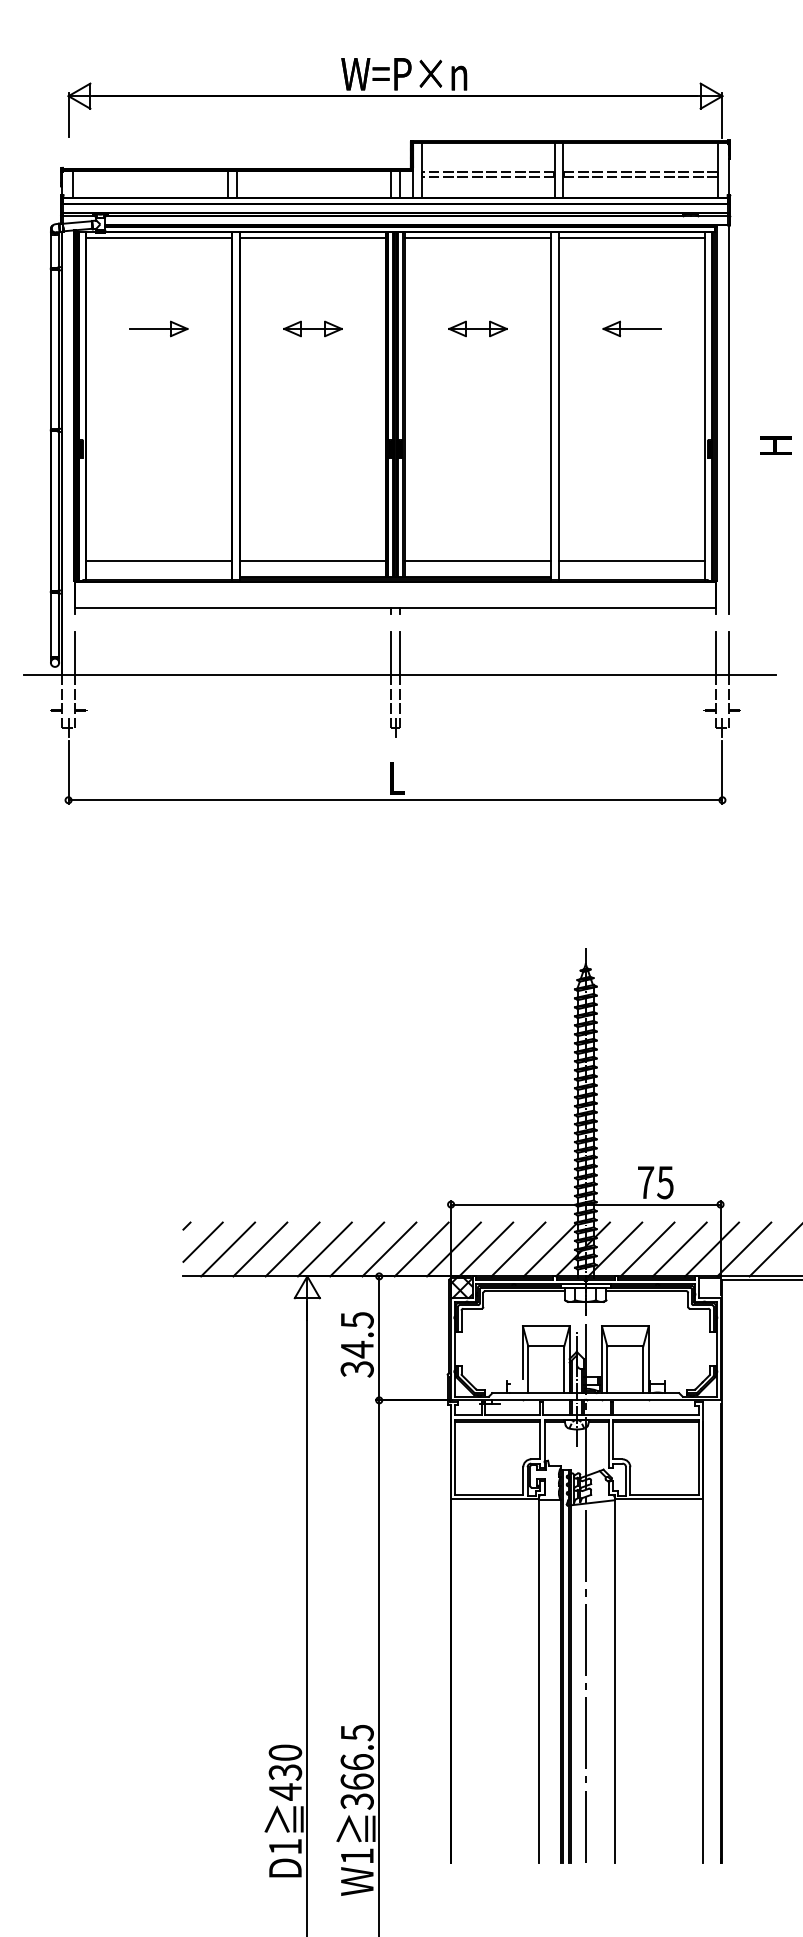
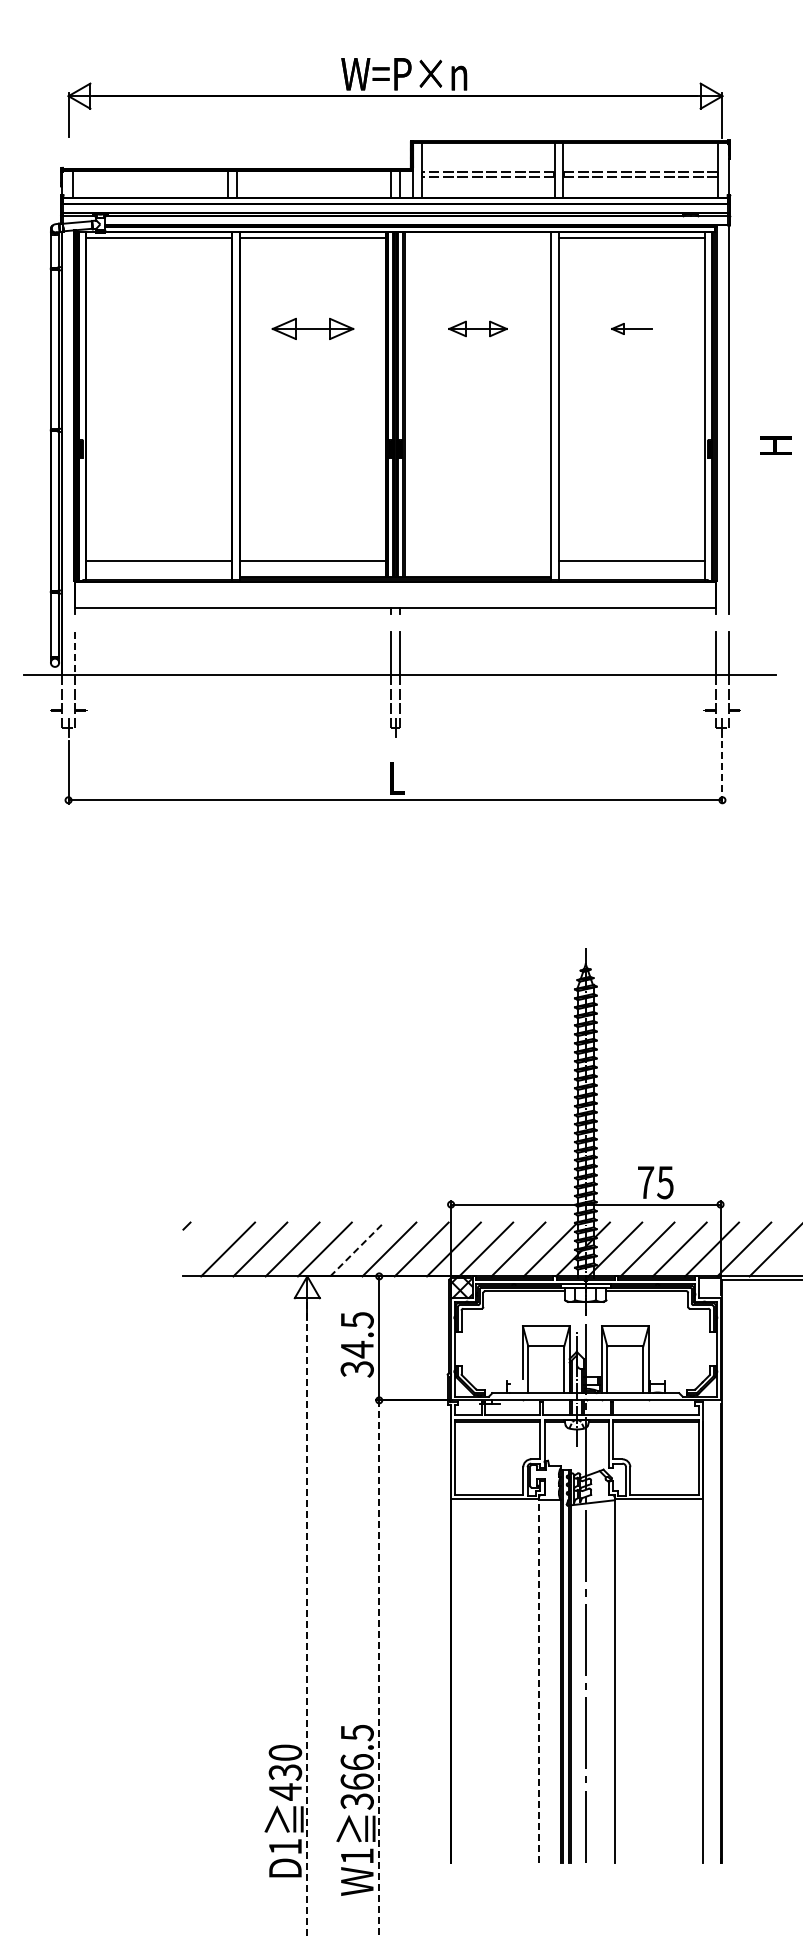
line at (477, 238): present -> none
part at (158, 328): present -> none
part at (312, 328) size: 60x18 px -> 84x23 px
part at (631, 328) size: 60x18 px -> 42x12 px
line at (477, 560): present -> none
line at (75, 653): solid -> dashed
line at (722, 772): solid -> dashed
line at (202, 1241): present -> none
line at (357, 1249): solid -> dashed
line at (307, 1619): solid -> dashed
line at (379, 1669): solid -> dashed
line at (539, 1679): solid -> dashed
